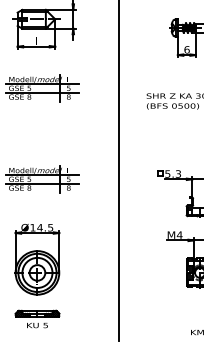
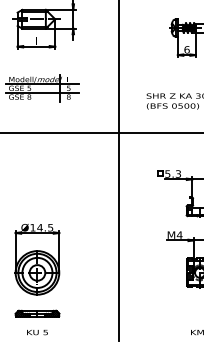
line at (101, 133): none -> present
part at (42, 179): present -> none
text at (37, 325) position: (37, 325) -> (37, 332)
